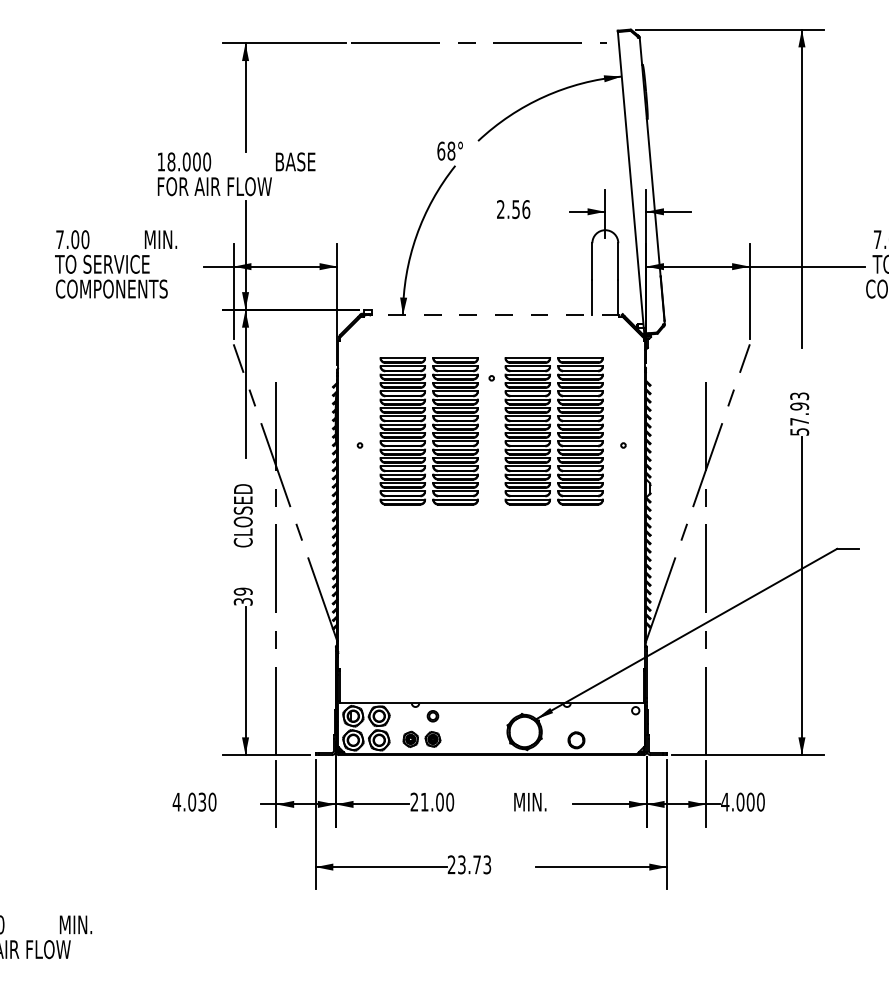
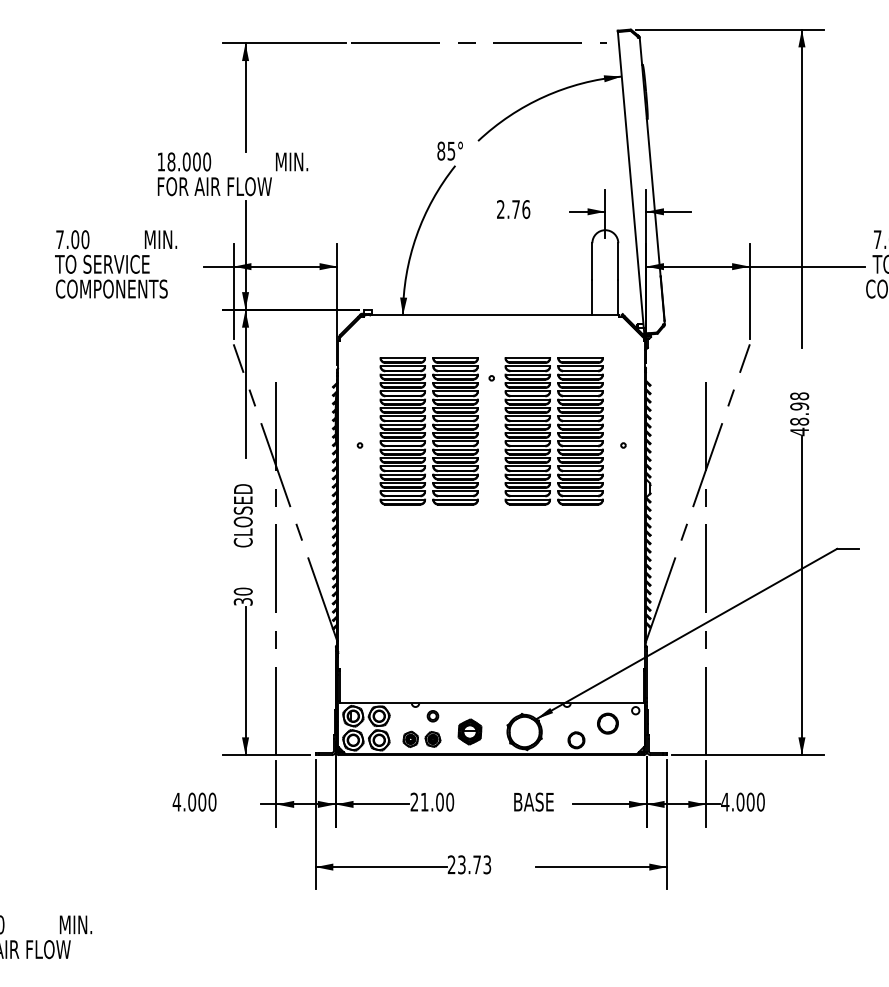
text at (446, 150): 68° -> 85°
text at (296, 161): BASE -> MIN.
text at (515, 209): 2.56 -> 2.76
line at (491, 315): dashed -> solid
text at (799, 414): 57.93 -> 48.98
text at (243, 591): 39 -> 30
circle at (607, 723): none -> present
part at (469, 731): none -> present
text at (202, 801): 4.030 -> 4.000
text at (534, 801): MIN. -> BASE
